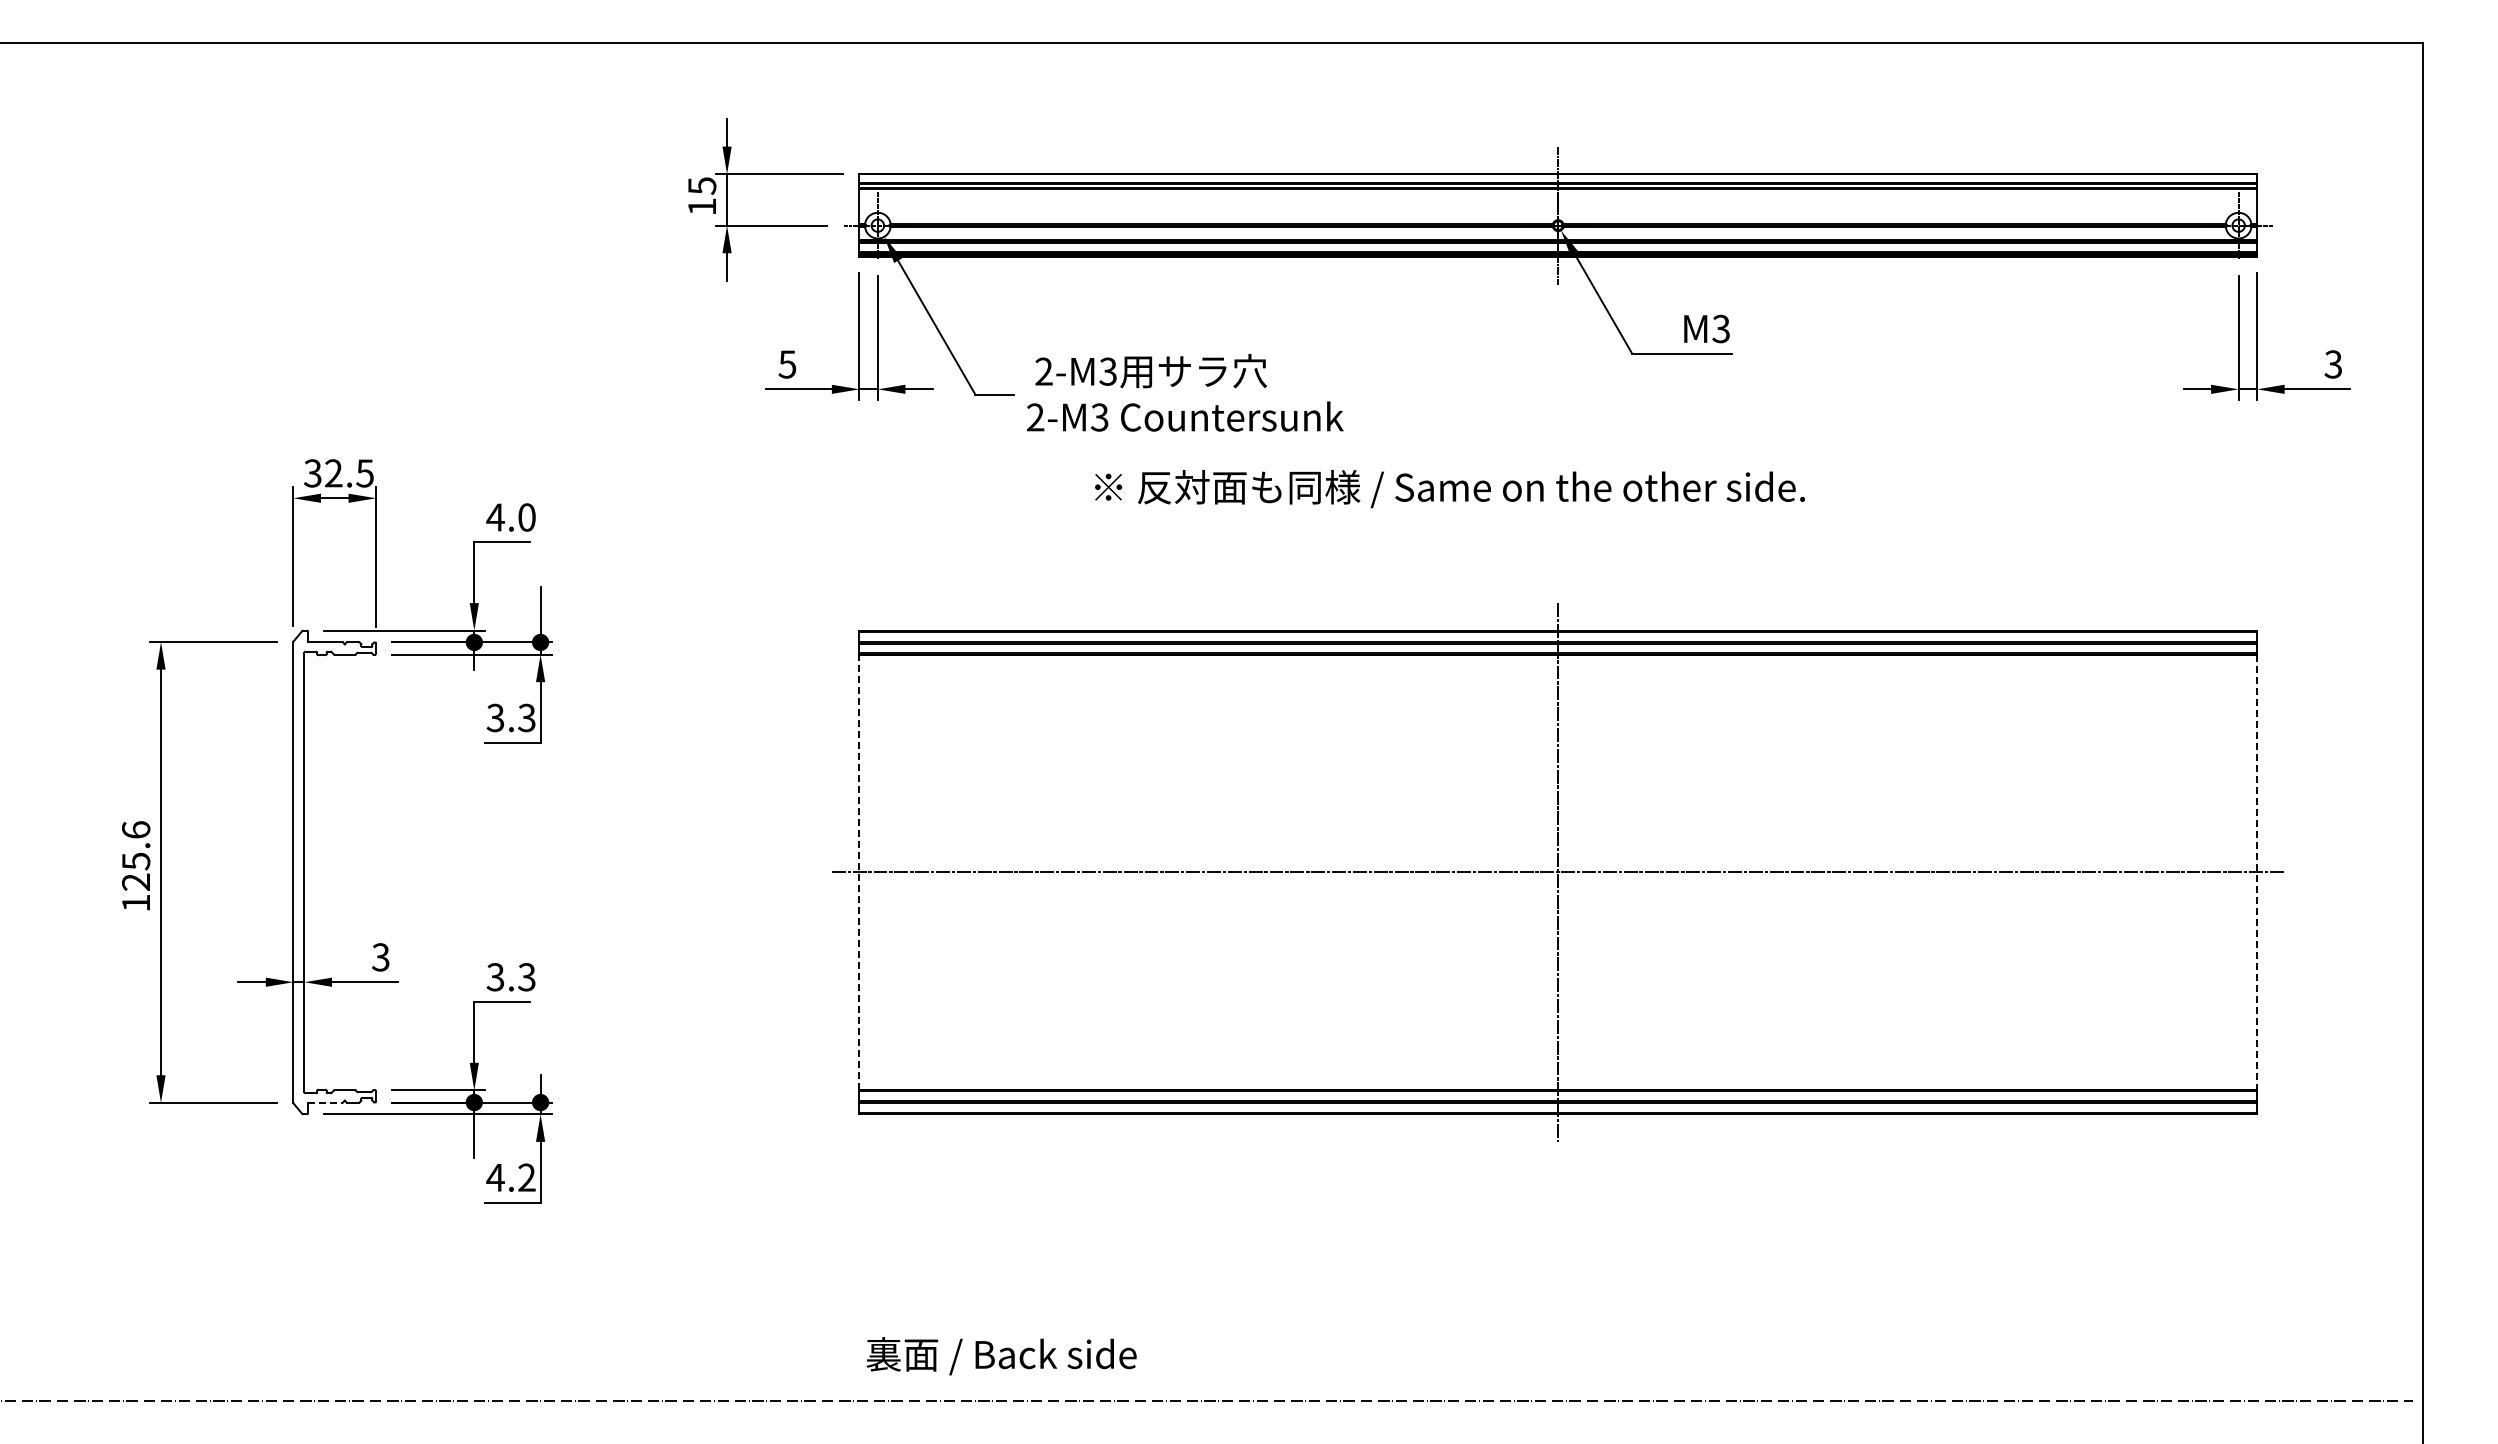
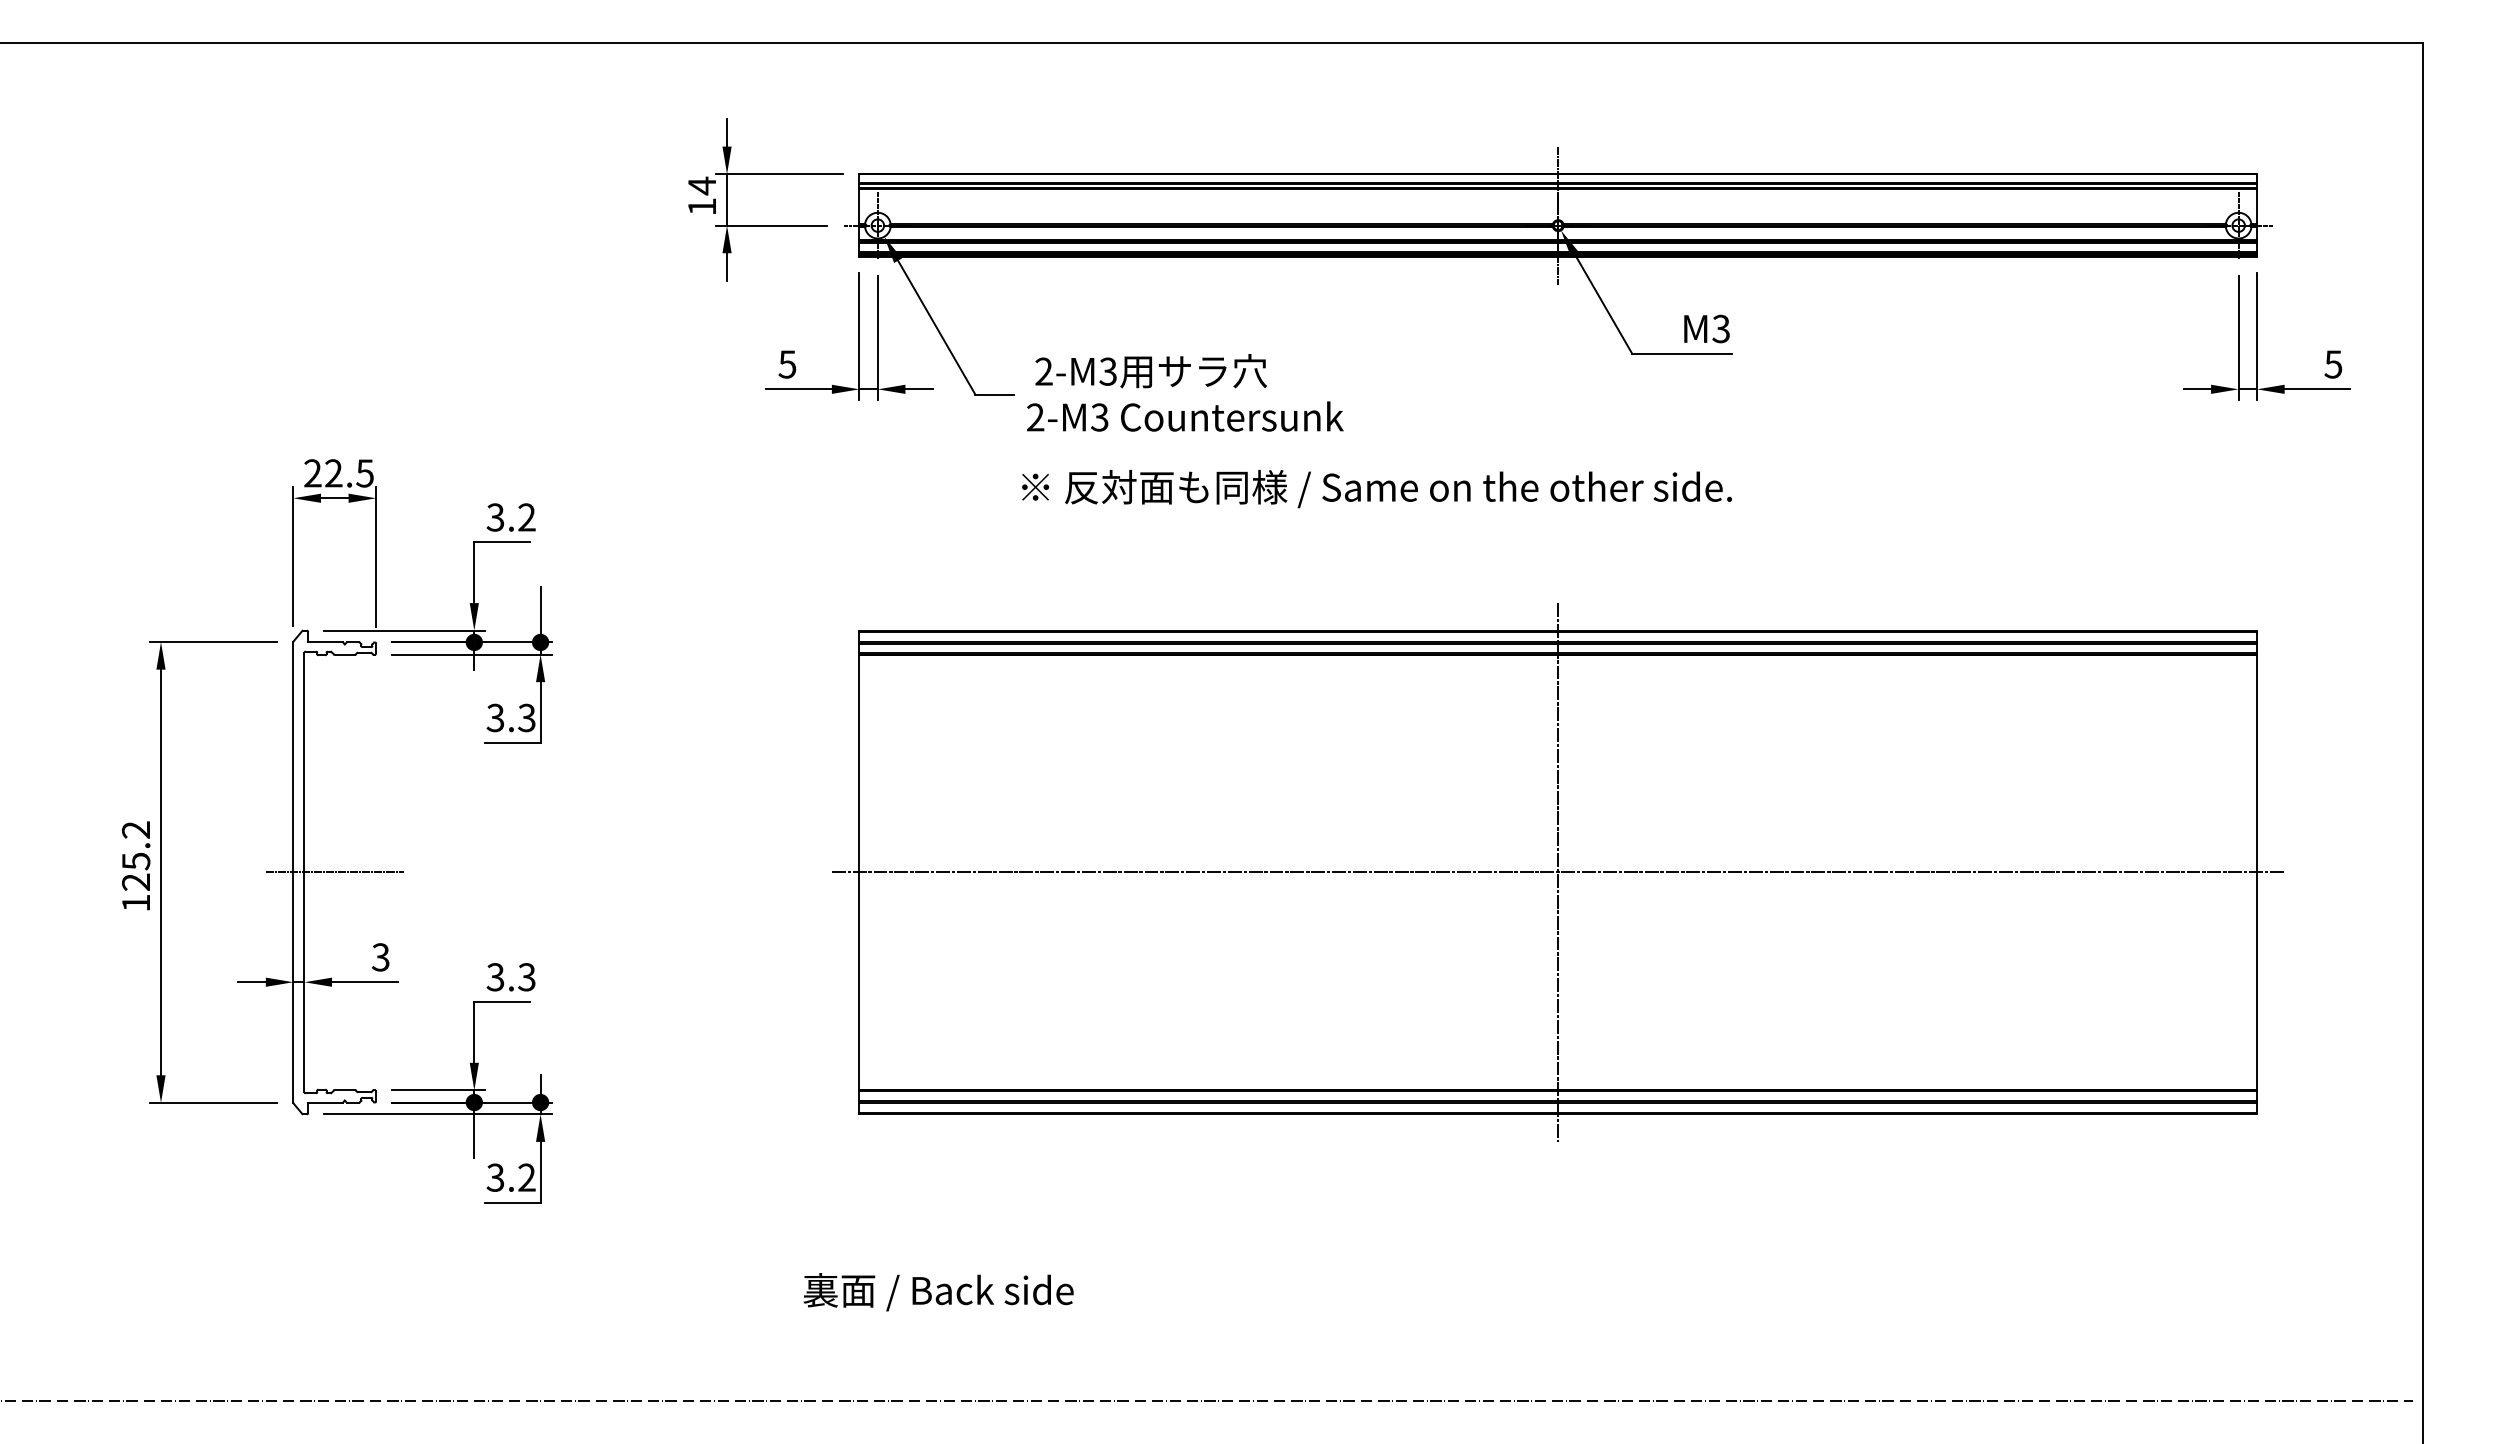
text at (702, 185): 15 -> 14
text at (2333, 364): 3 -> 5
text at (312, 473): 32.5 -> 22.5
text at (1449, 489) position: (1449, 489) -> (1376, 489)
text at (510, 517): 4.0 -> 3.2
text at (136, 829): 125.6 -> 125.2
line at (859, 871): dashed -> solid
line at (334, 872): none -> present
line at (2257, 872): dashed -> solid
line at (326, 1102): dashed -> solid
text at (495, 1177): 4.2 -> 3.2
text at (1001, 1356) position: (1001, 1356) -> (938, 1292)
